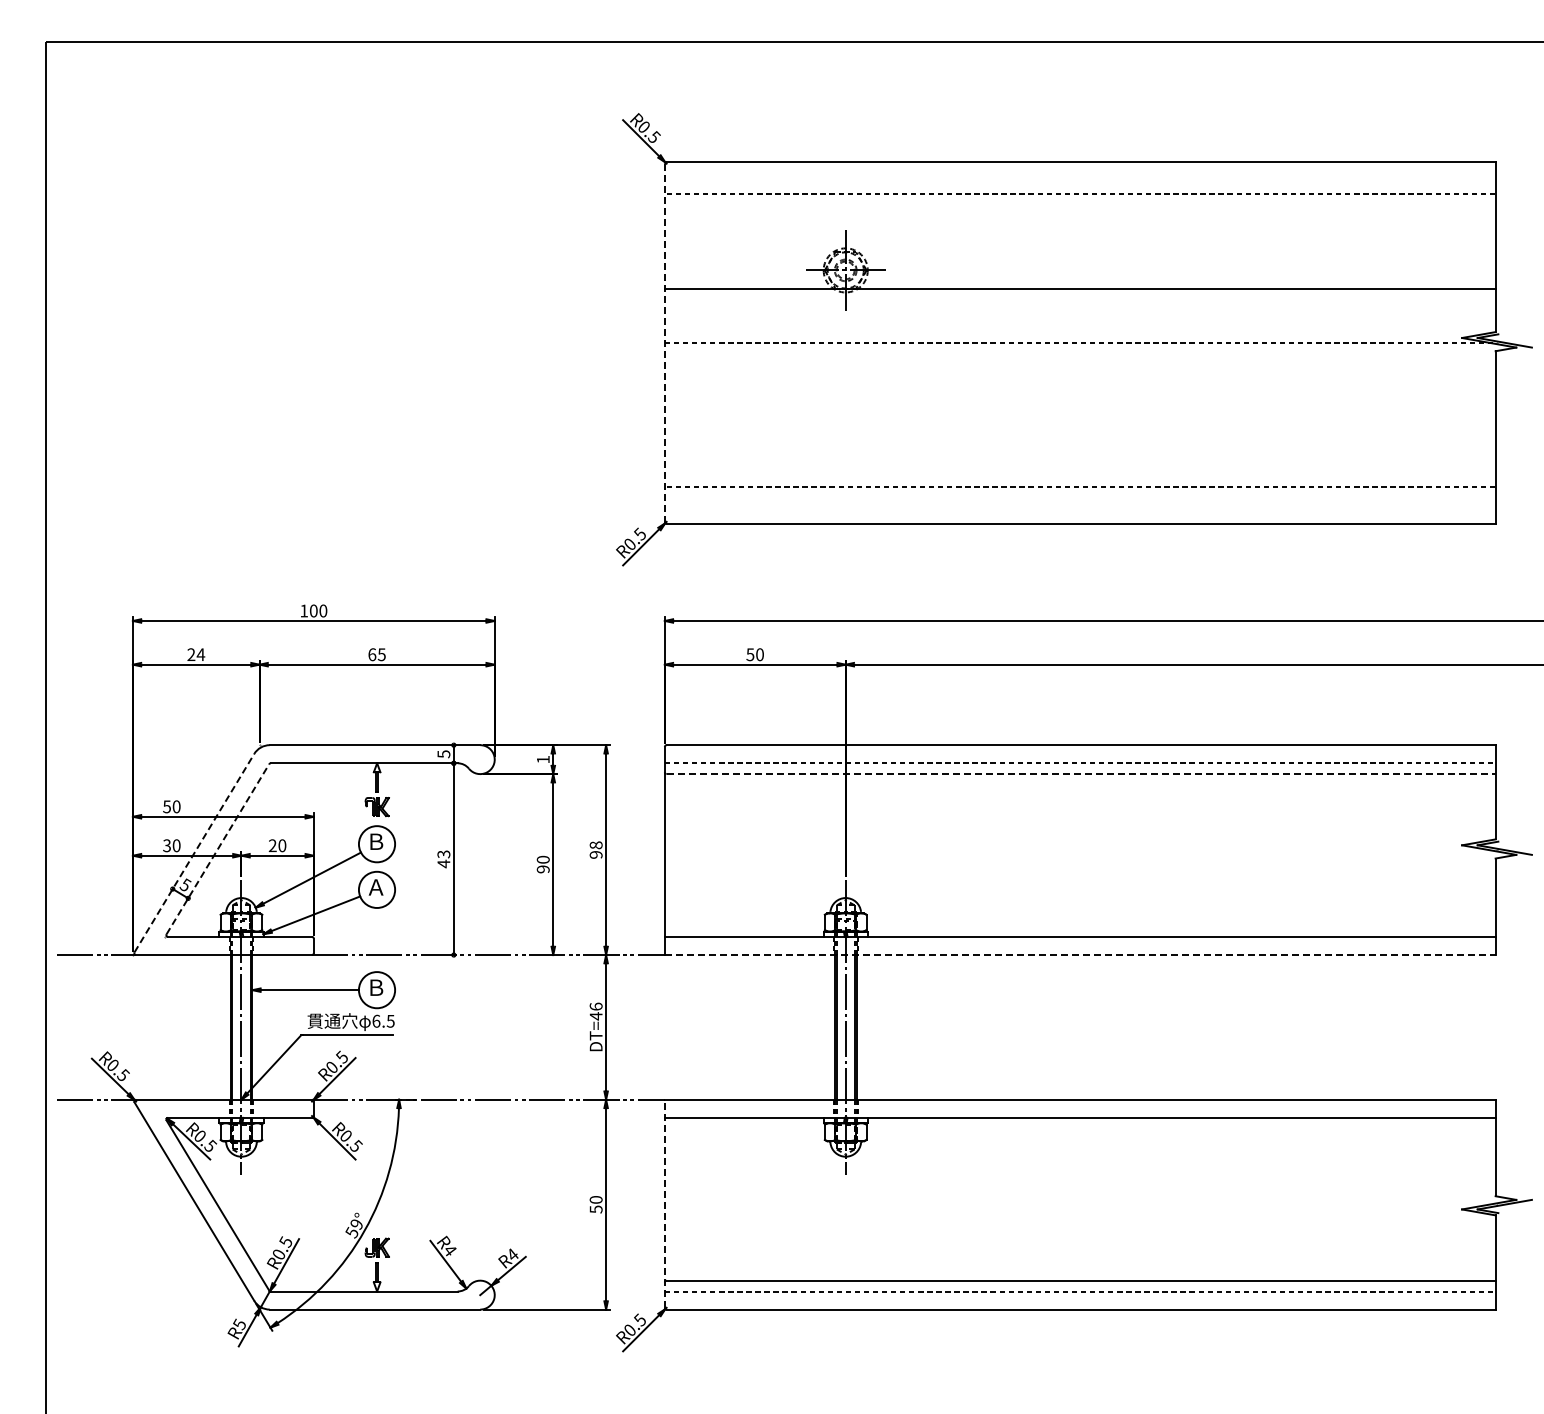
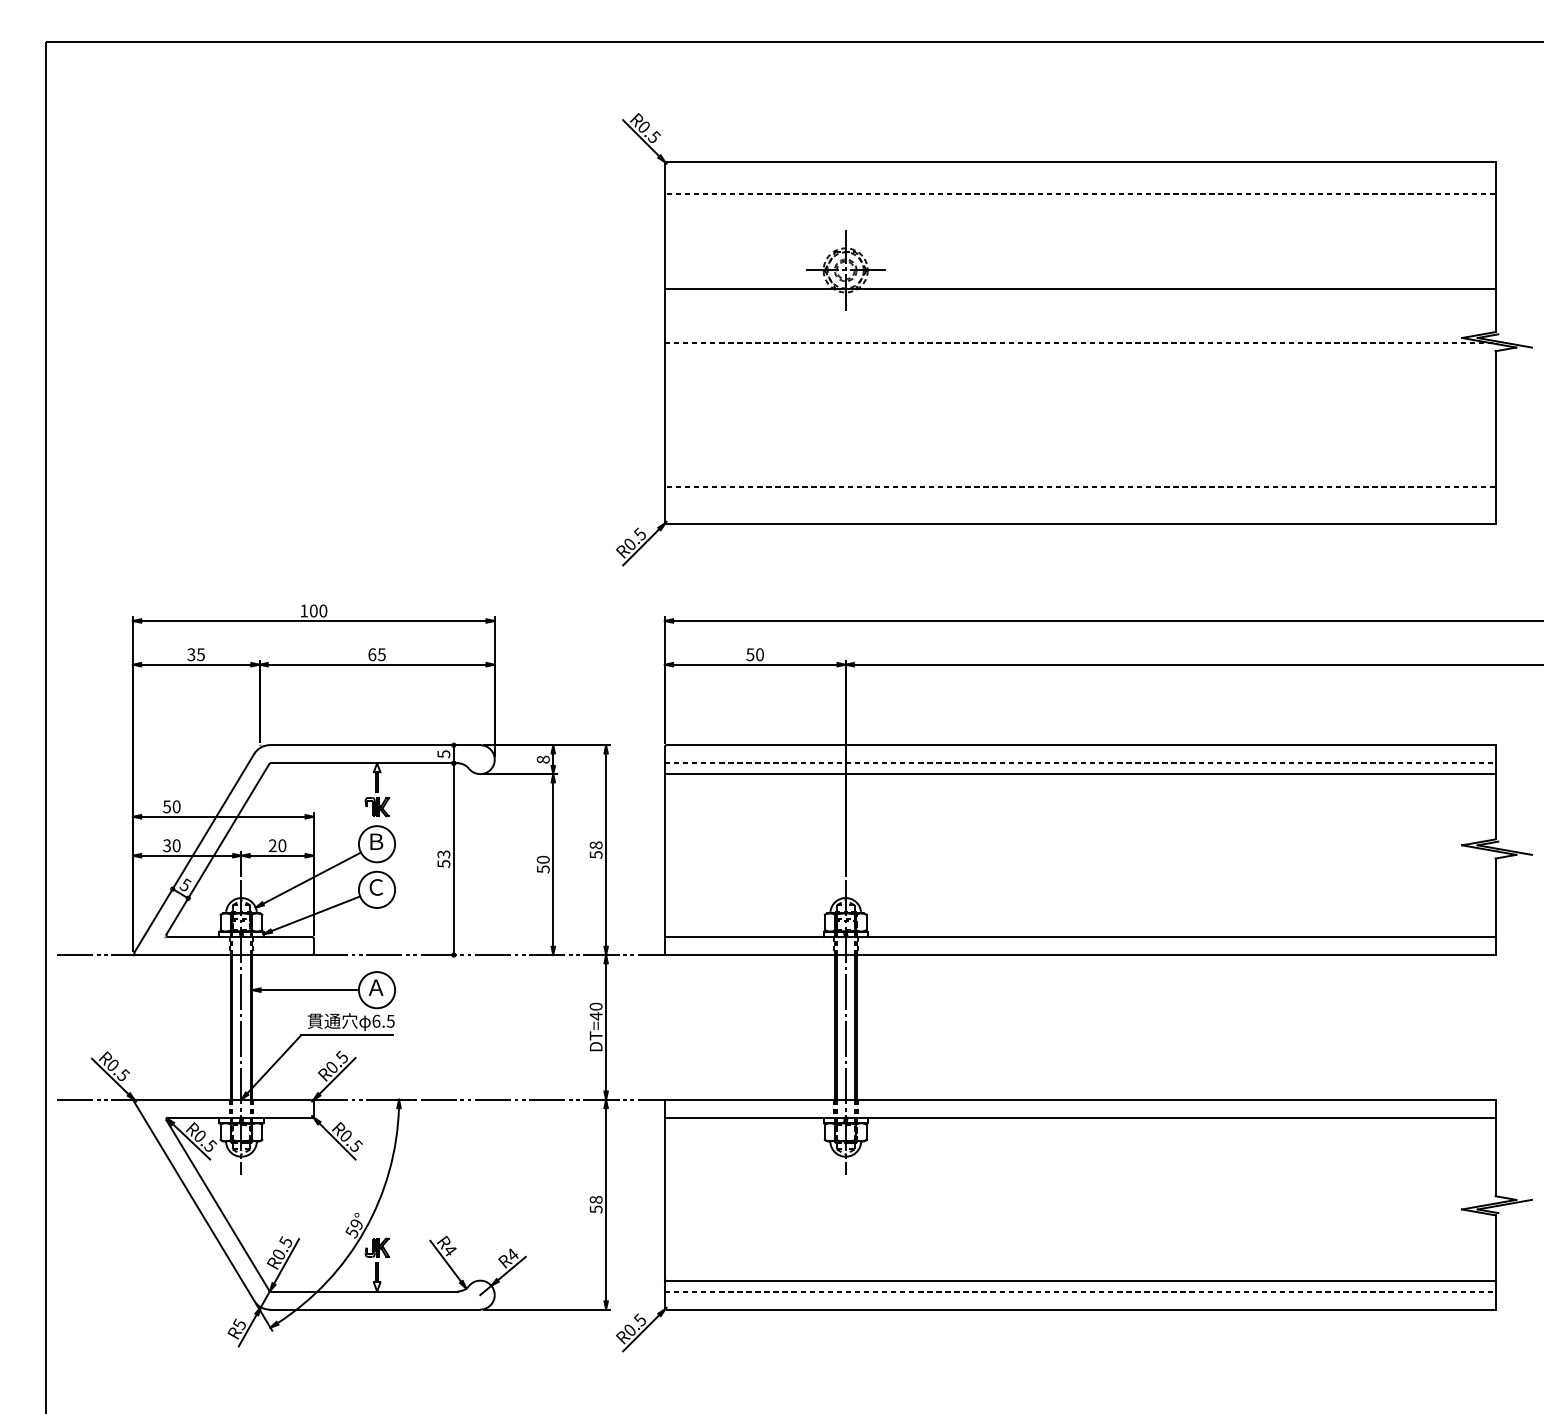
line at (664, 343): dashed -> solid
text at (196, 654): 24 -> 35
text at (542, 759): 1 -> 8
line at (1081, 774): dashed -> solid
line at (218, 848): dashed -> solid
line at (194, 853): dashed -> solid
text at (595, 854): 98 -> 58
text at (443, 863): 43 -> 53
text at (542, 869): 90 -> 50
text at (375, 887): Ａ -> Ｃ
line at (1080, 955): dashed -> solid
text at (375, 987): Ｂ -> Ａ
text at (595, 1006): DT=46 -> DT=40
text at (596, 1199): 50 -> 58
line at (664, 1203): dashed -> solid
